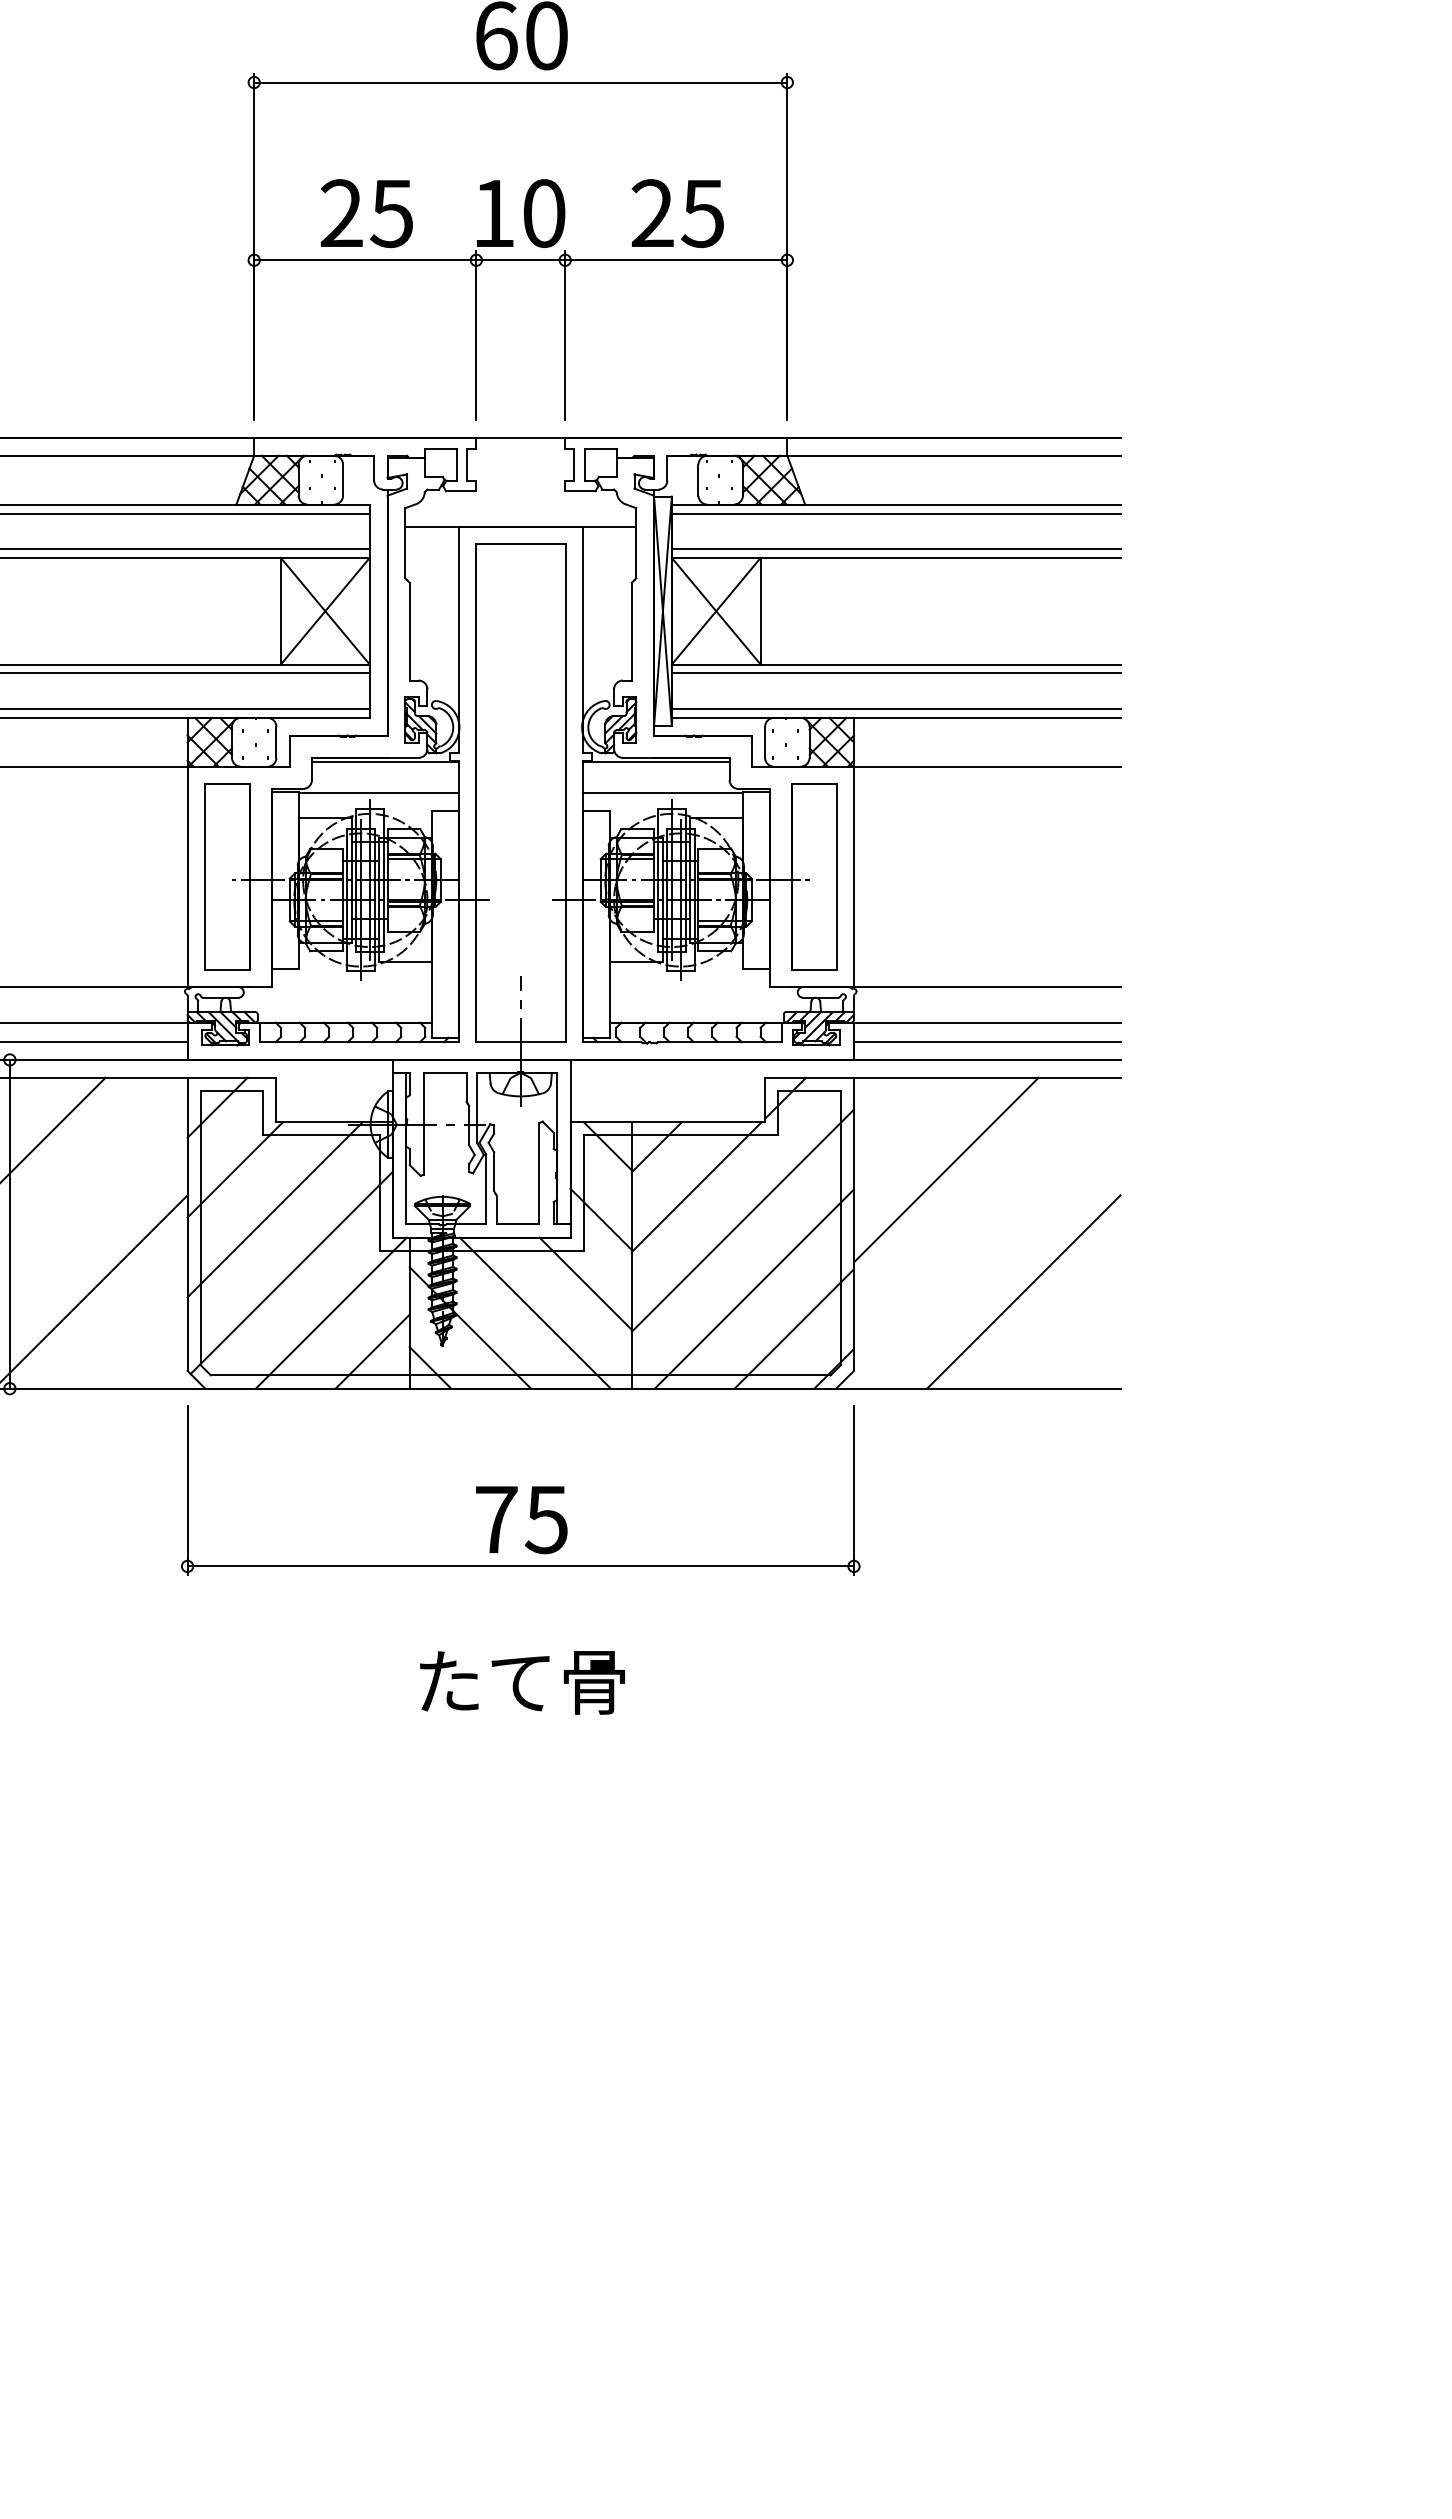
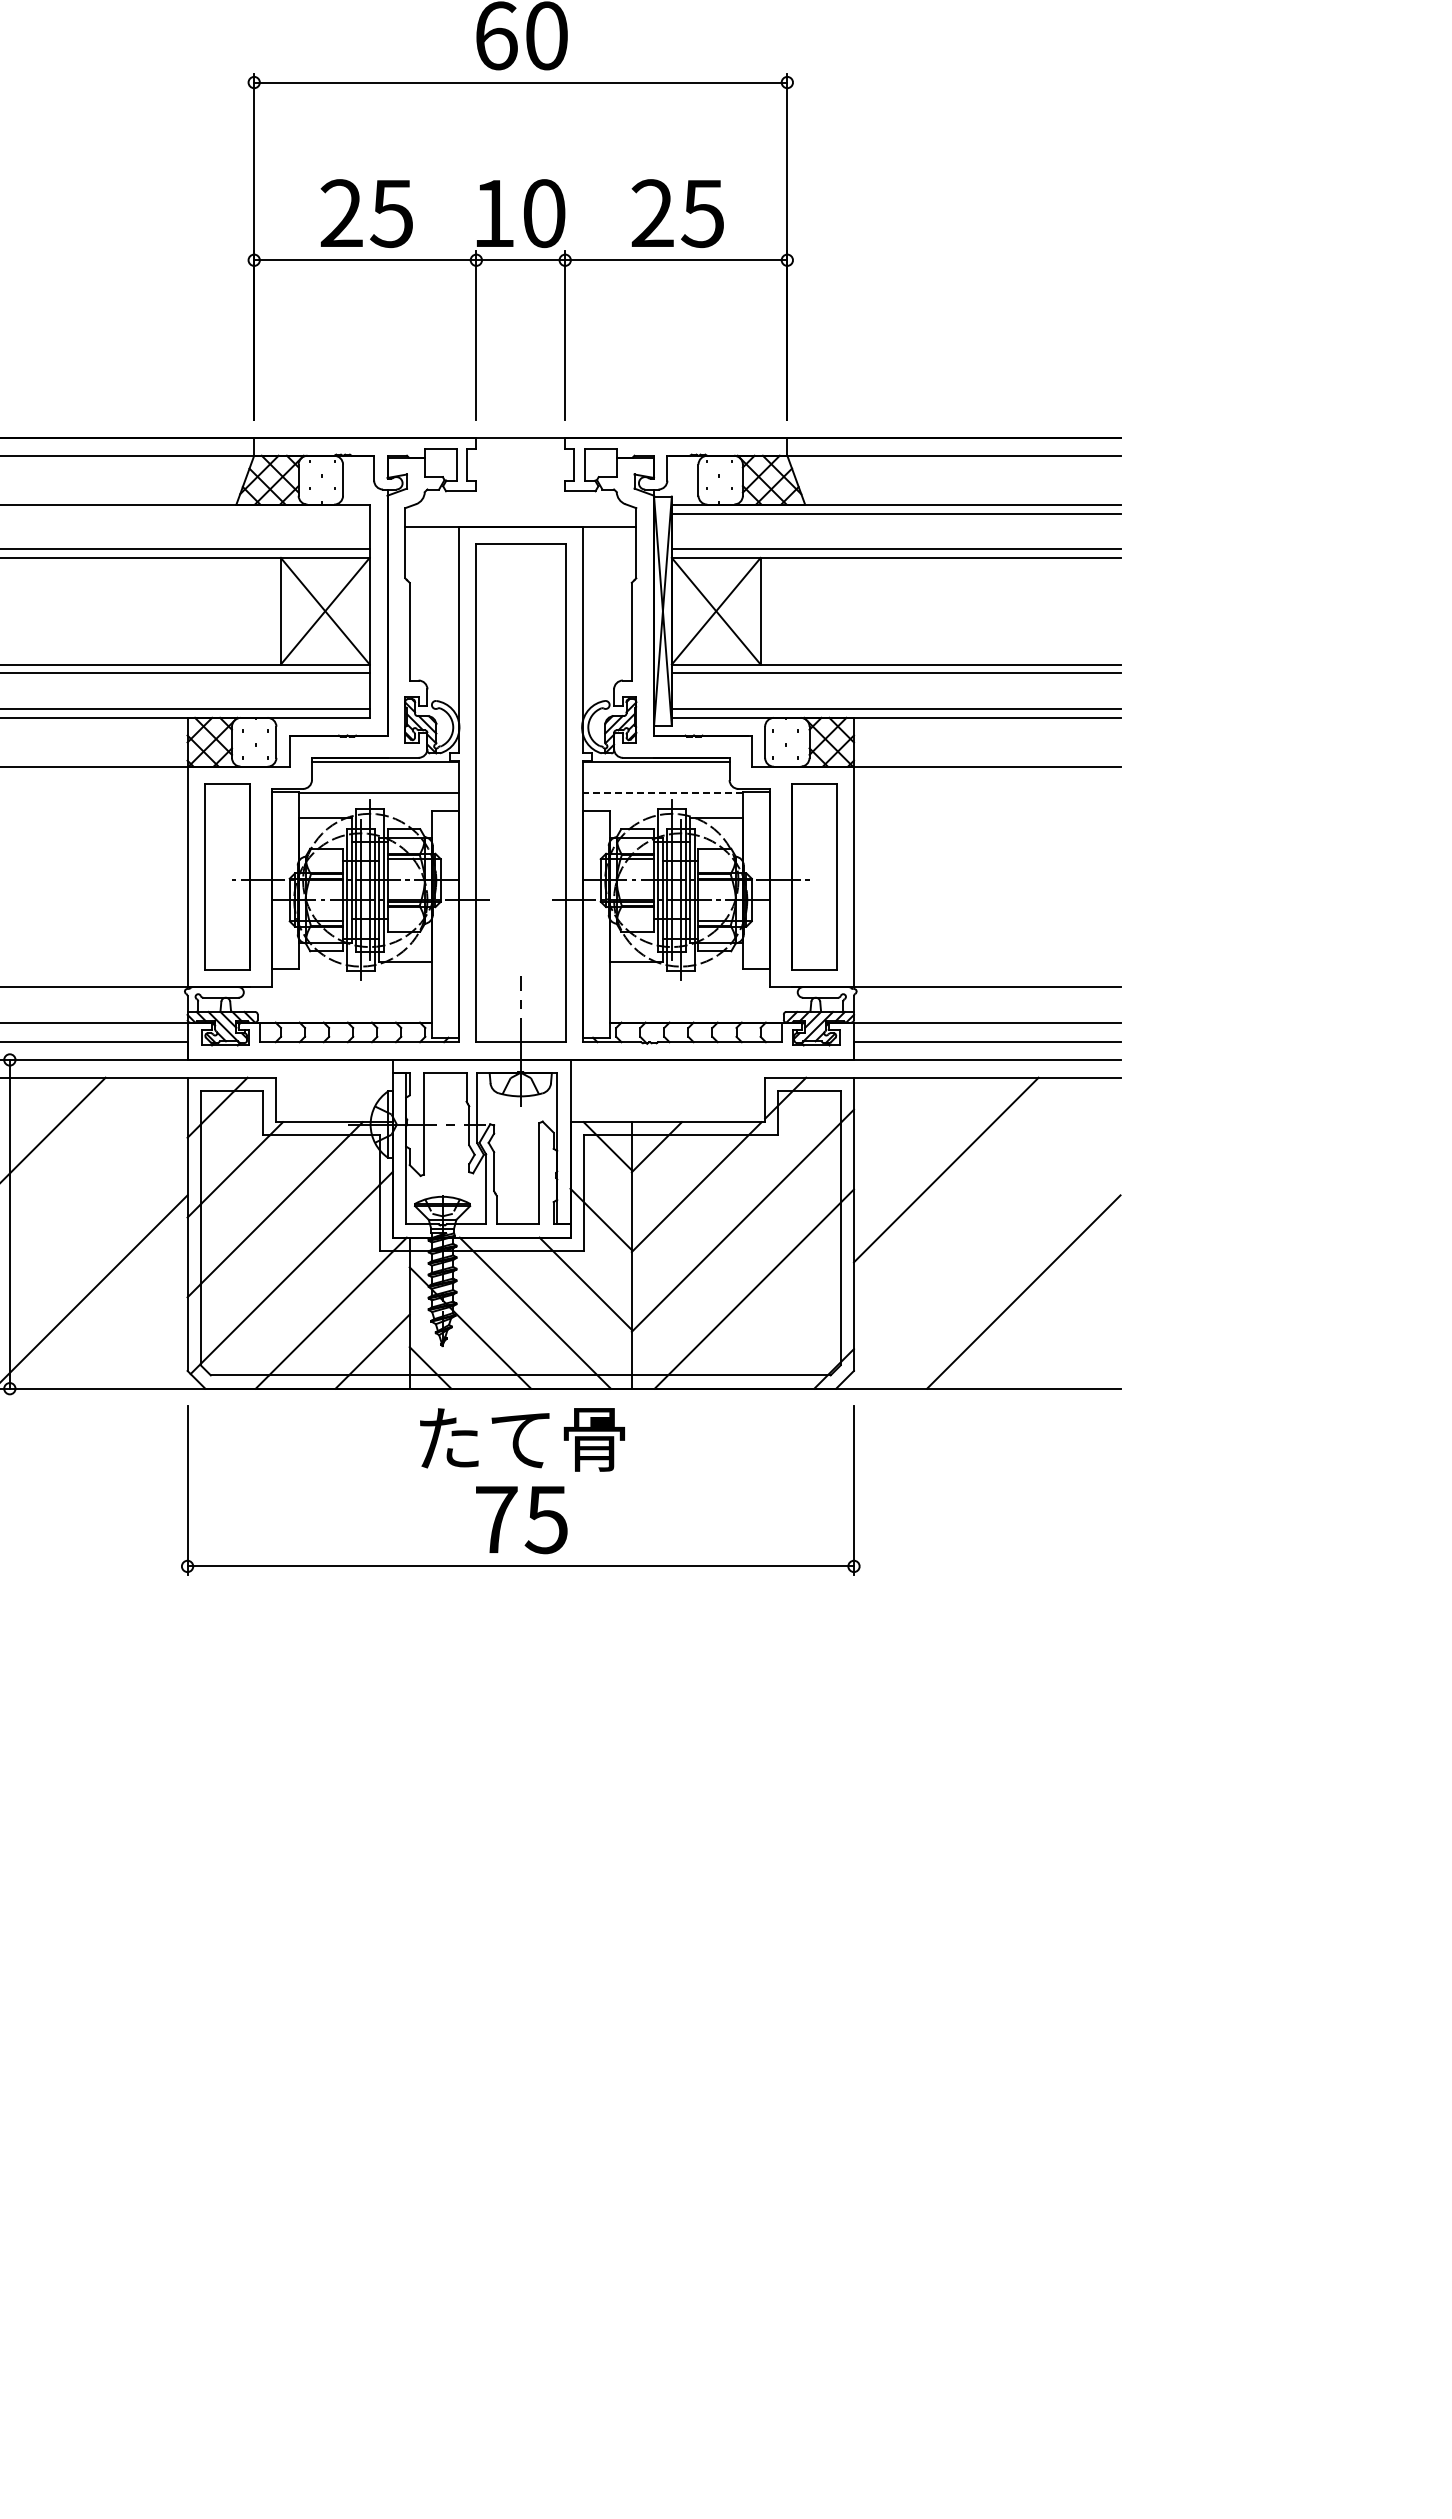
line at (185, 513): present -> none
line at (662, 793): solid -> dashed
line at (793, 1328): present -> none
text at (522, 1682) position: (522, 1682) -> (522, 1439)
